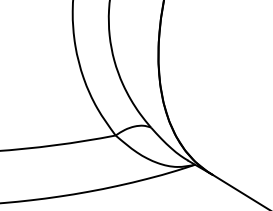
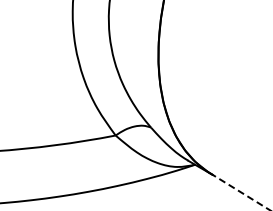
line at (240, 192): solid -> dashed
